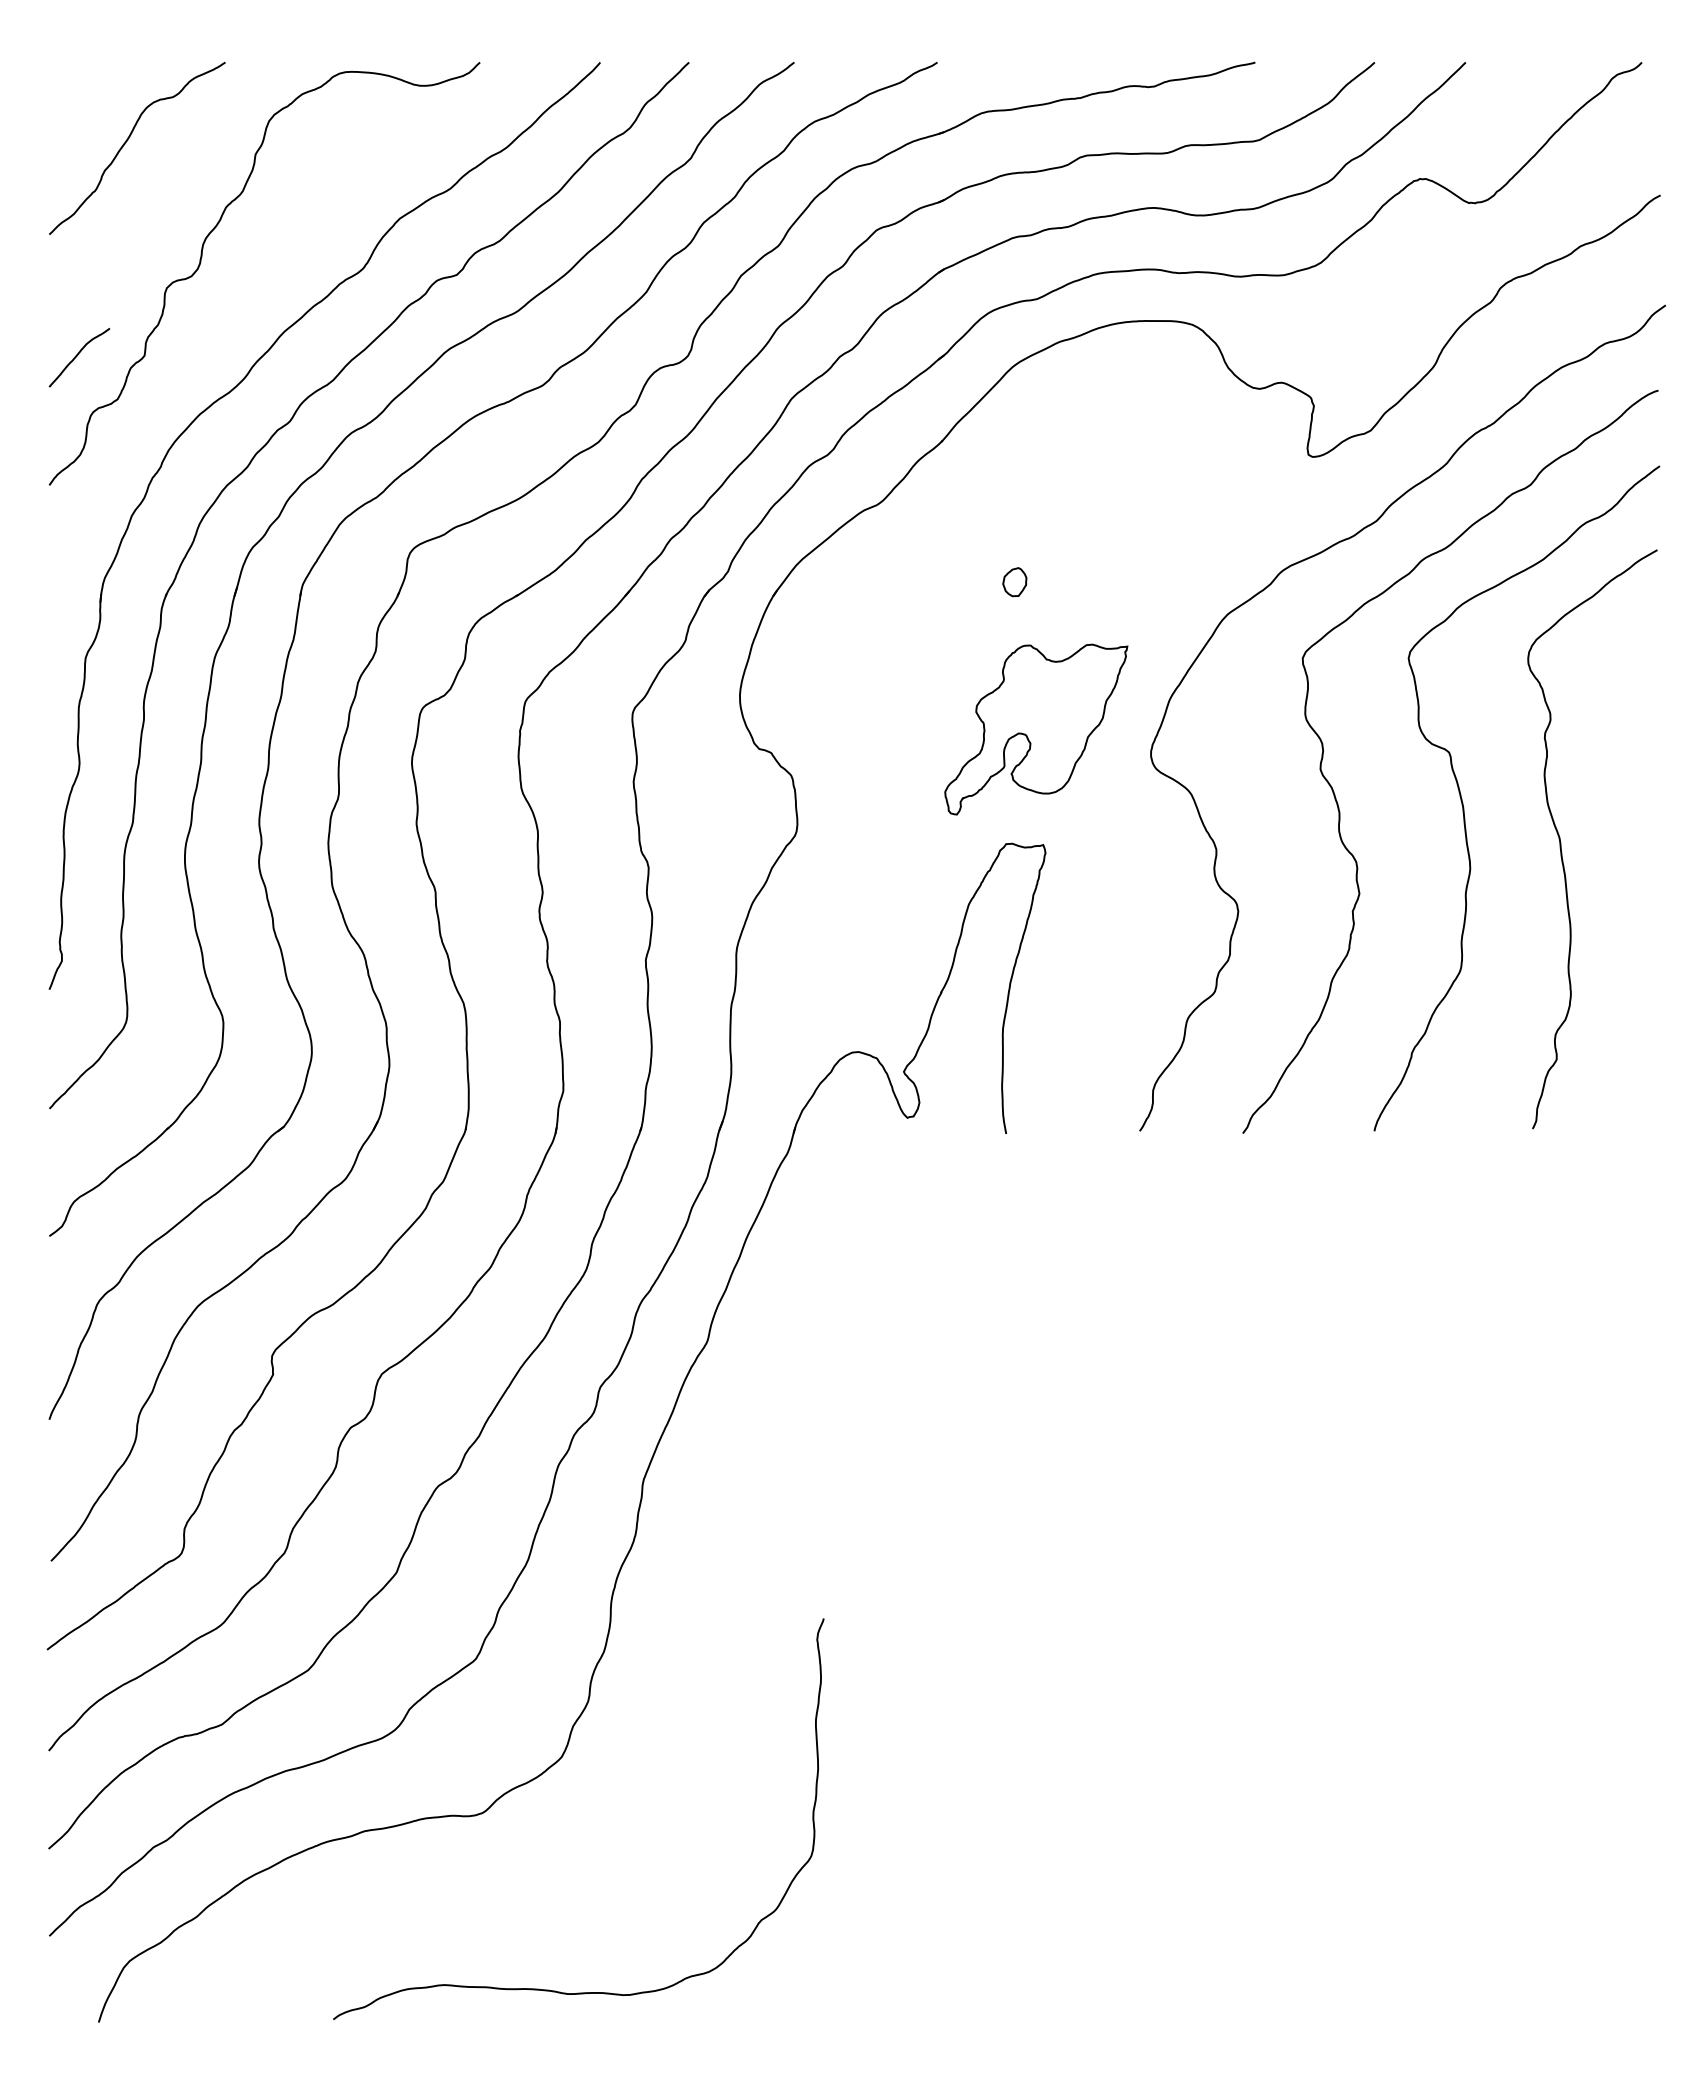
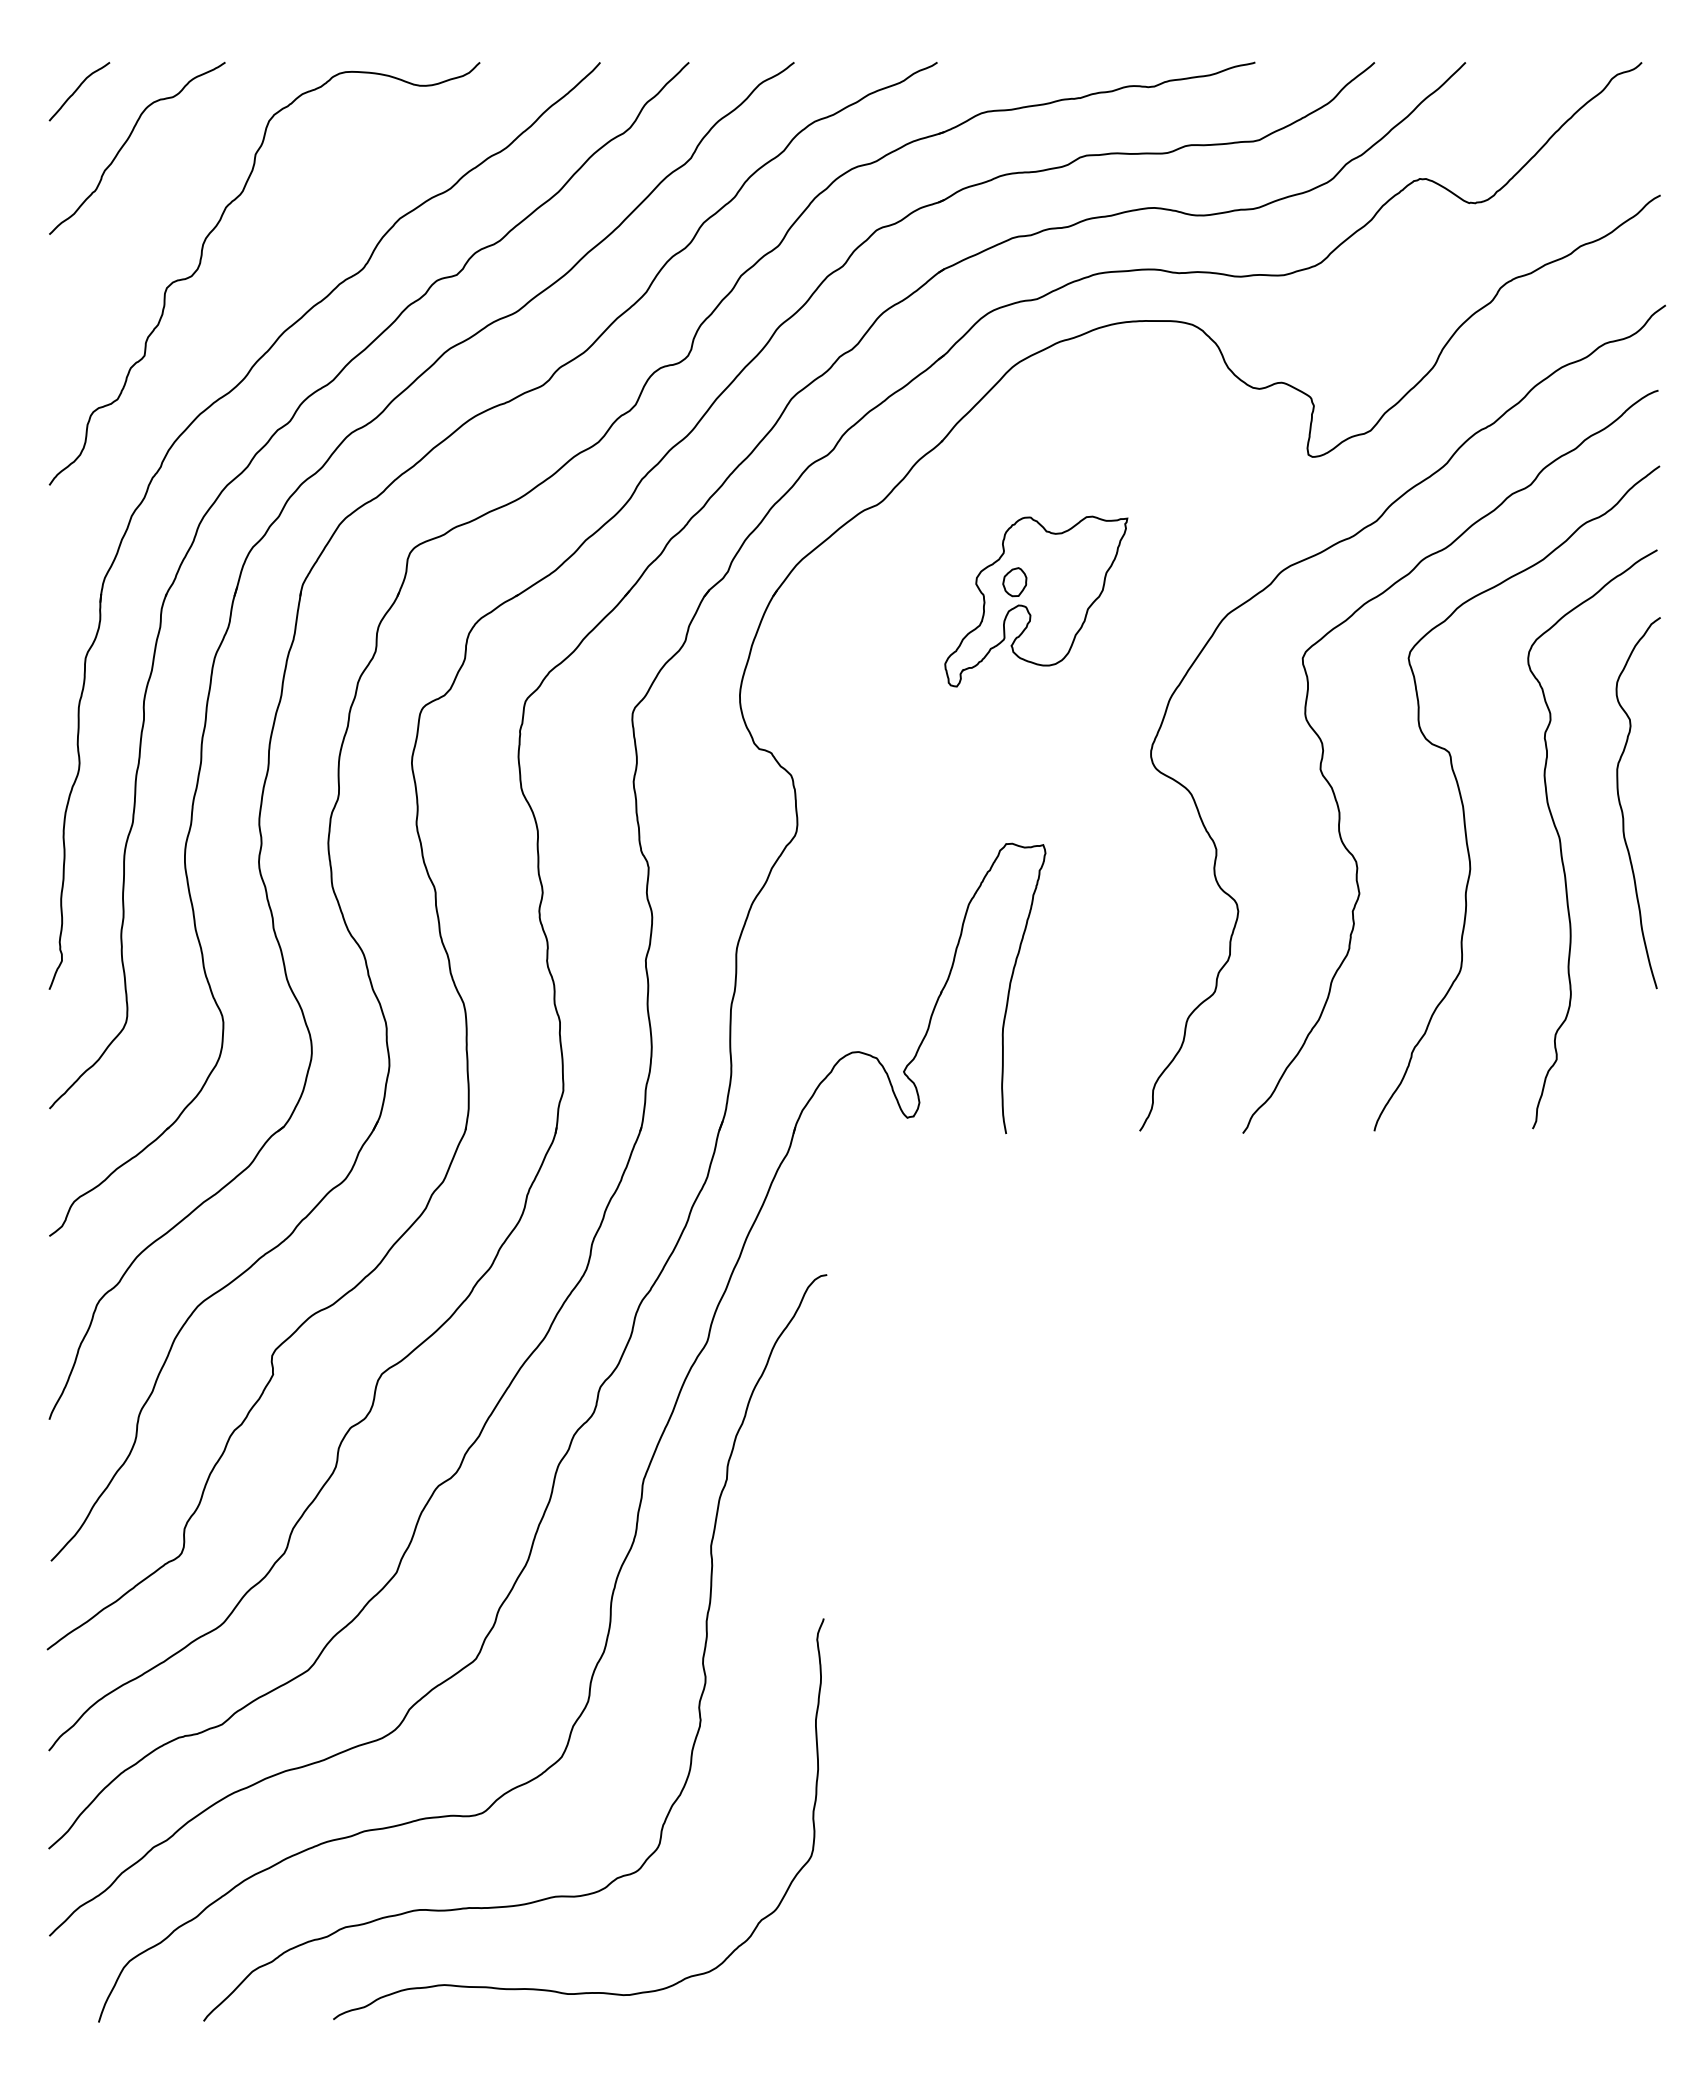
curve at (78, 355) position: (78, 355) -> (78, 89)
part at (1036, 729) position: (1036, 729) -> (1036, 601)
curve at (1622, 808): none -> present
curve at (702, 1655): none -> present
